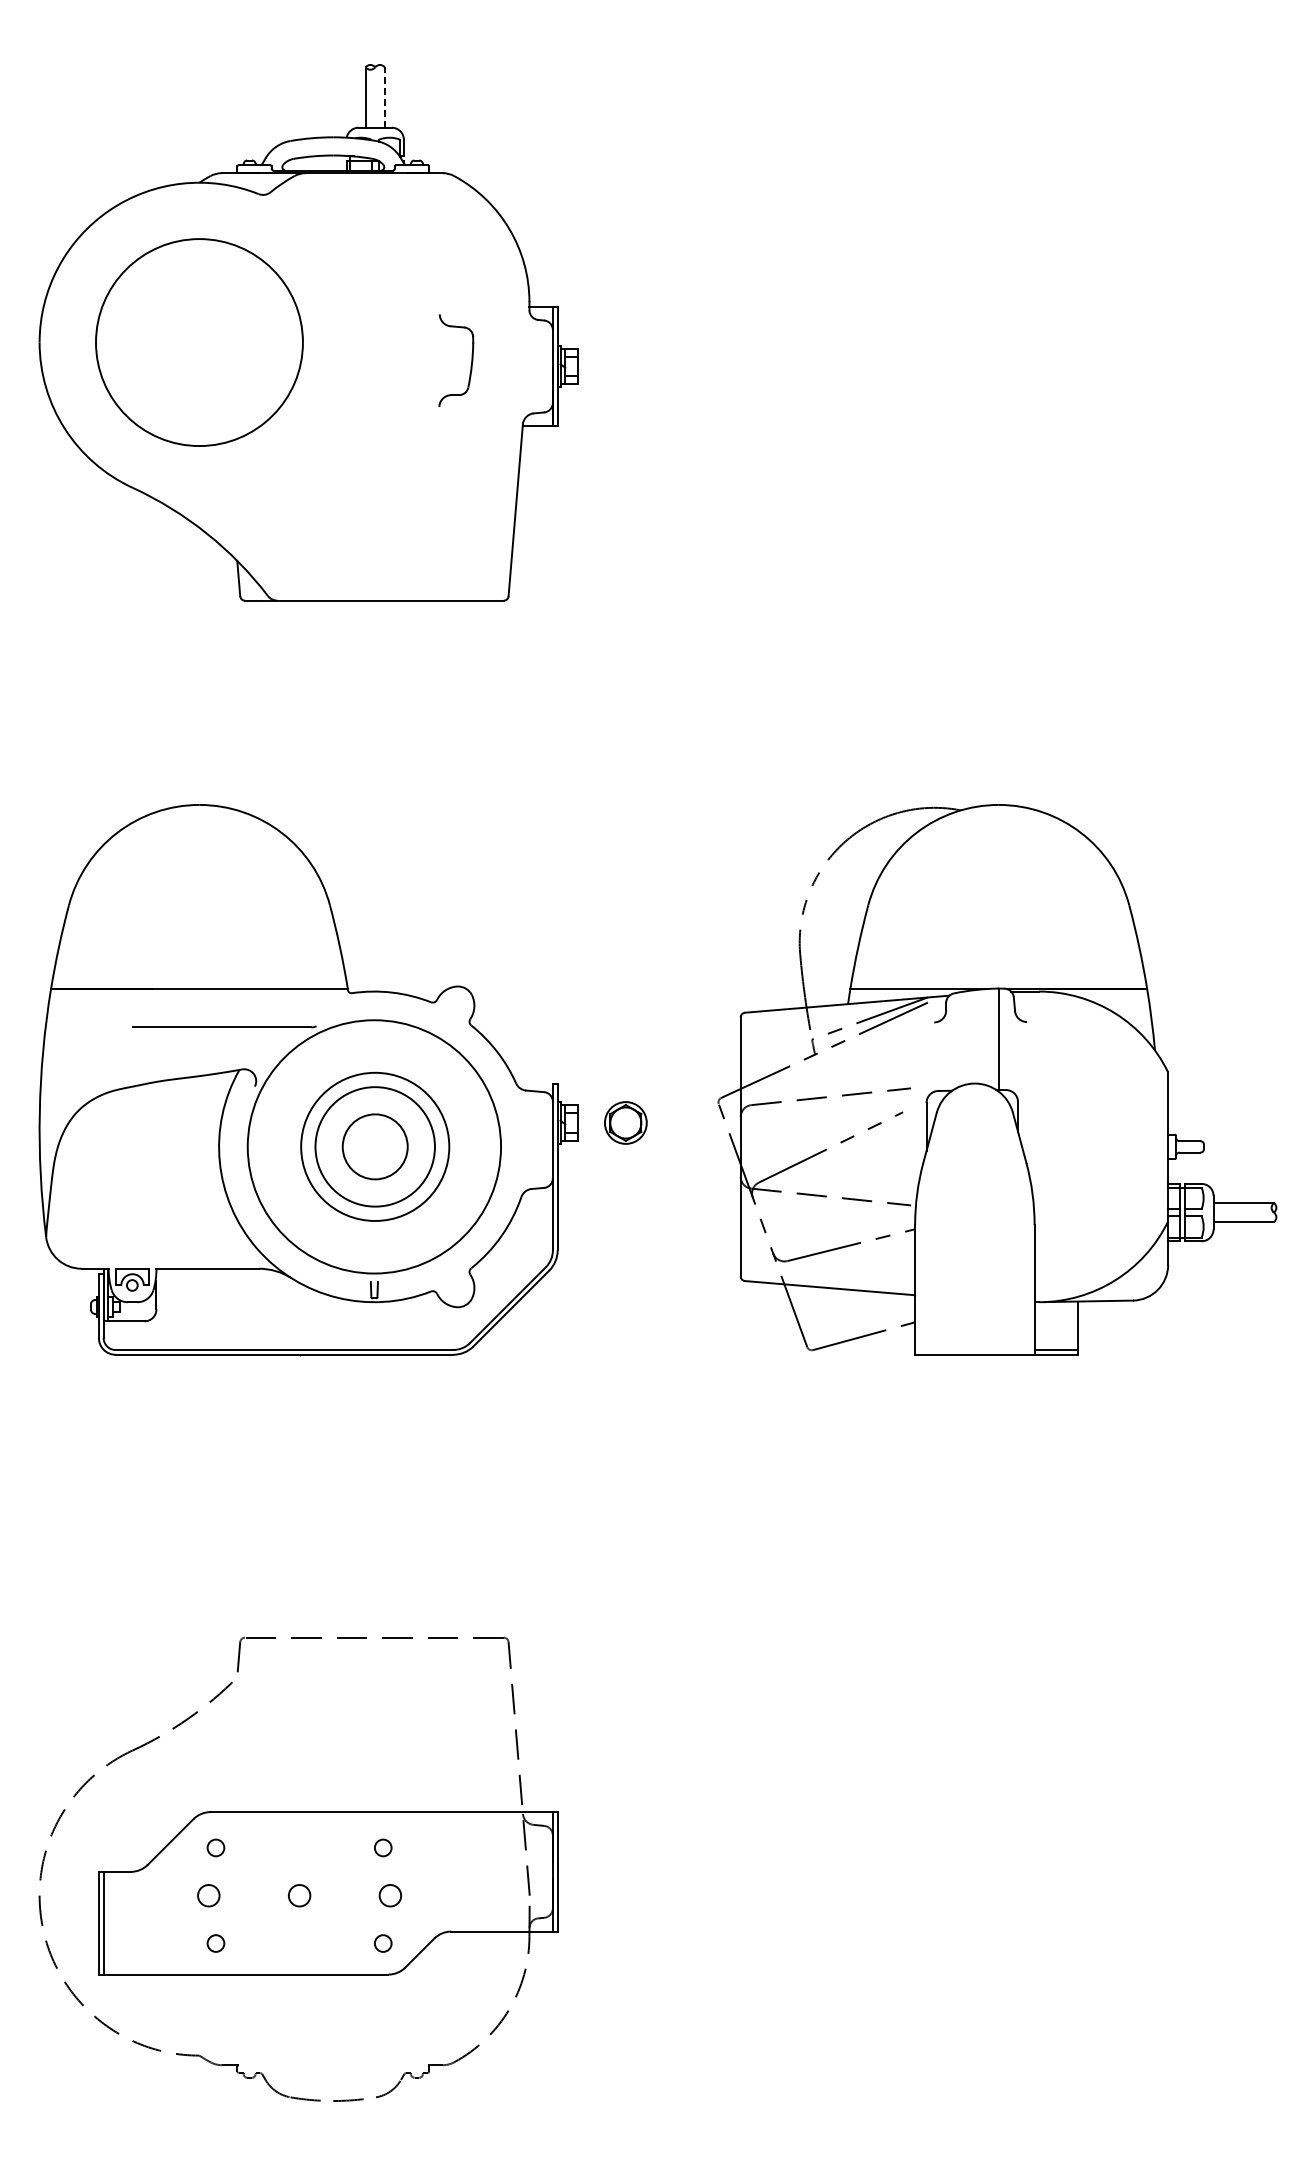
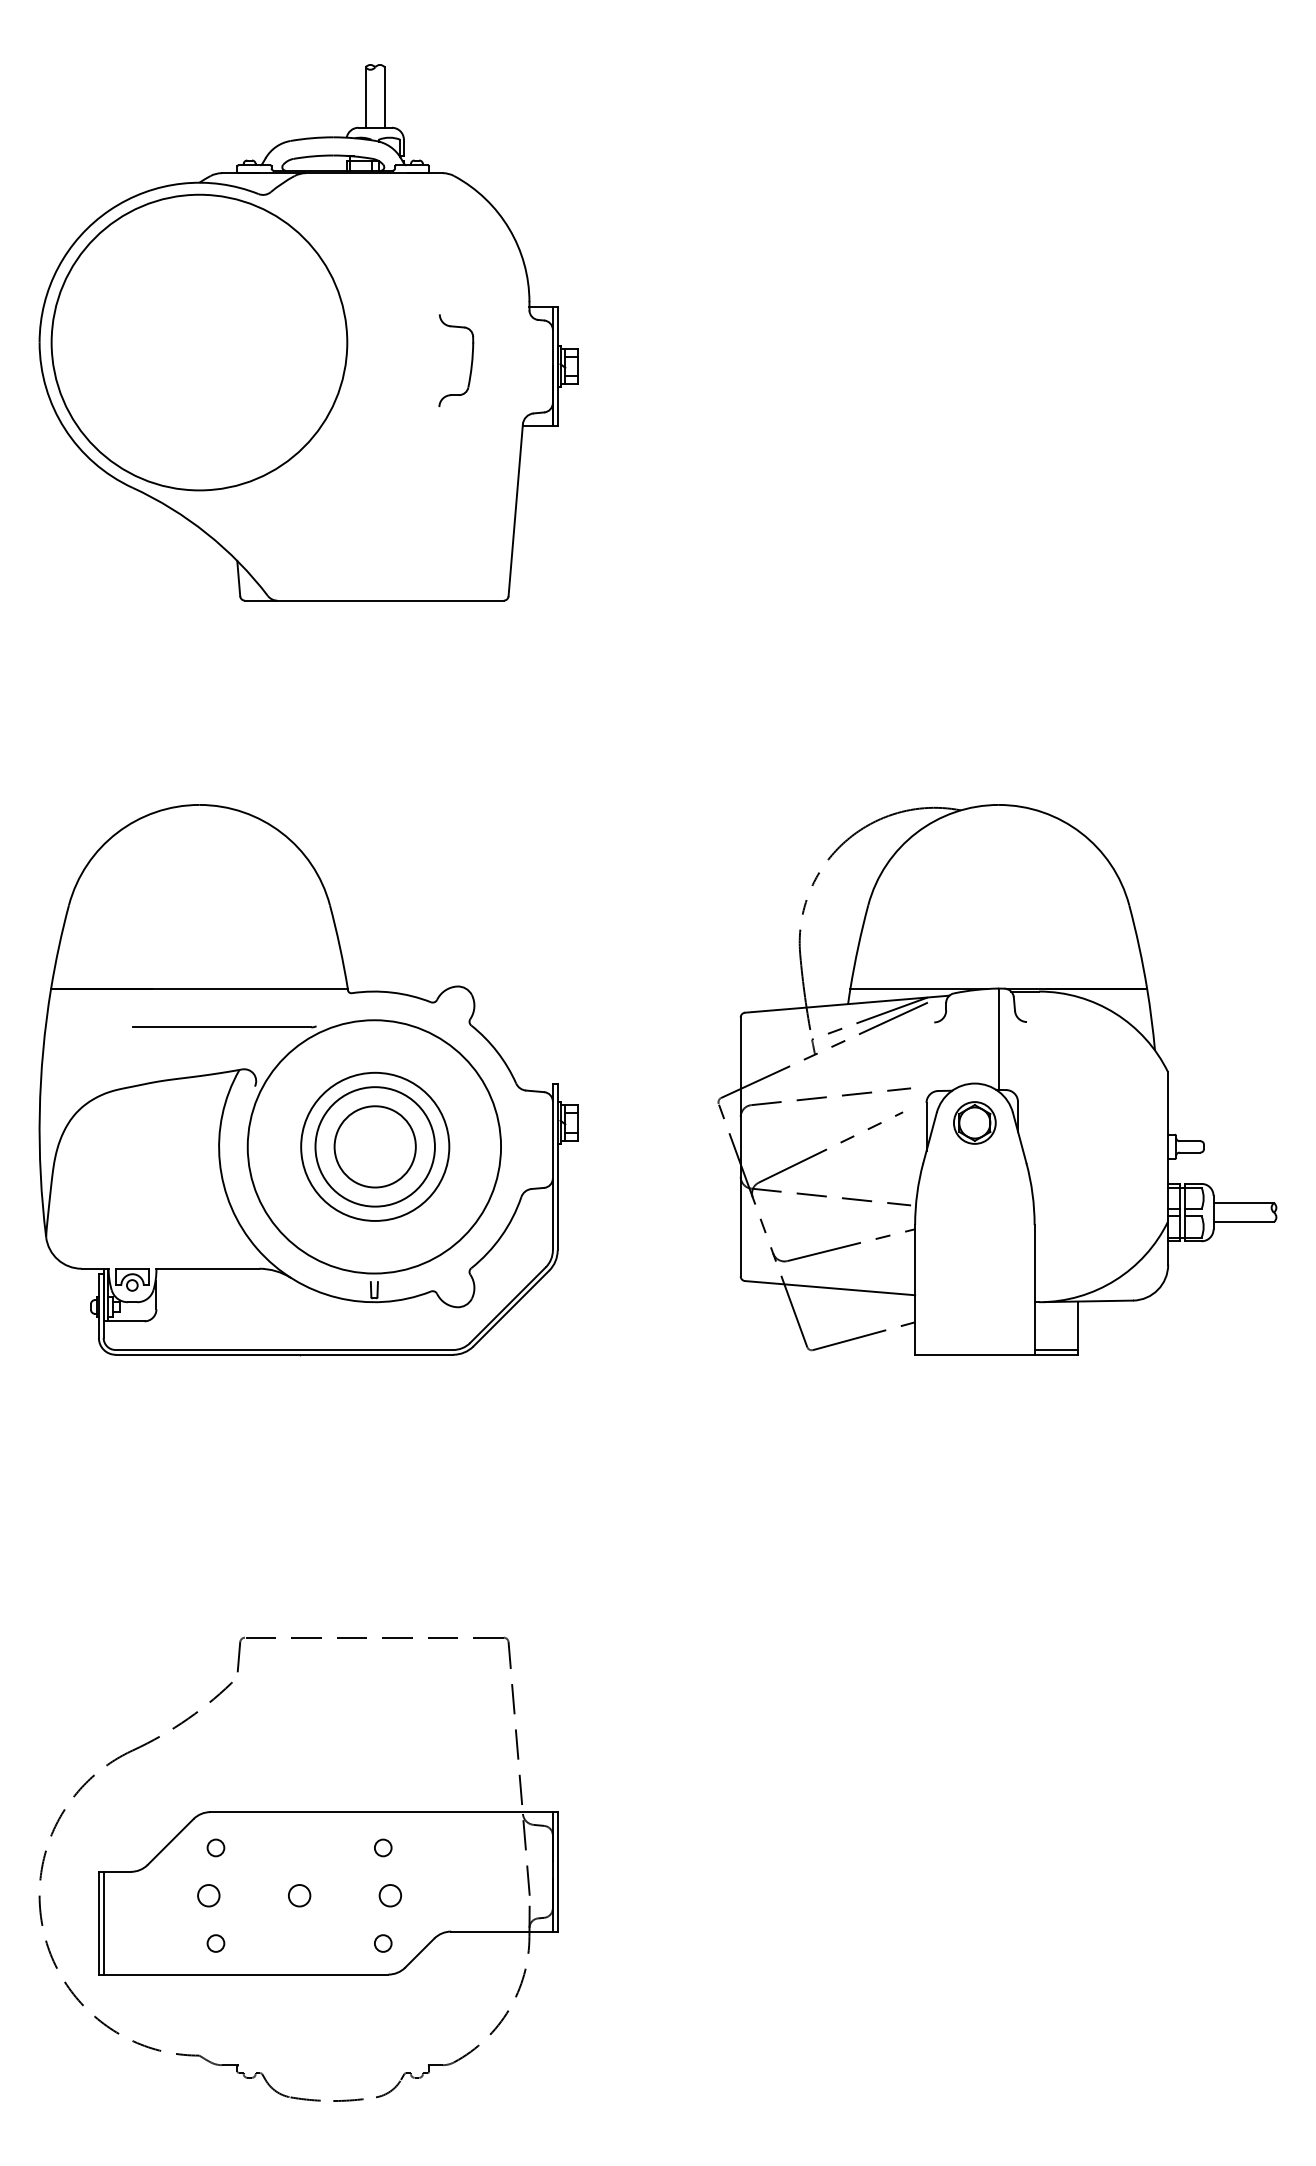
line at (384, 97): dashed -> solid
circle at (199, 342) size: 209x209 px -> 299x299 px
part at (625, 1122) position: (625, 1122) -> (974, 1122)
circle at (374, 1146) diameter: 65 px -> 81 px
